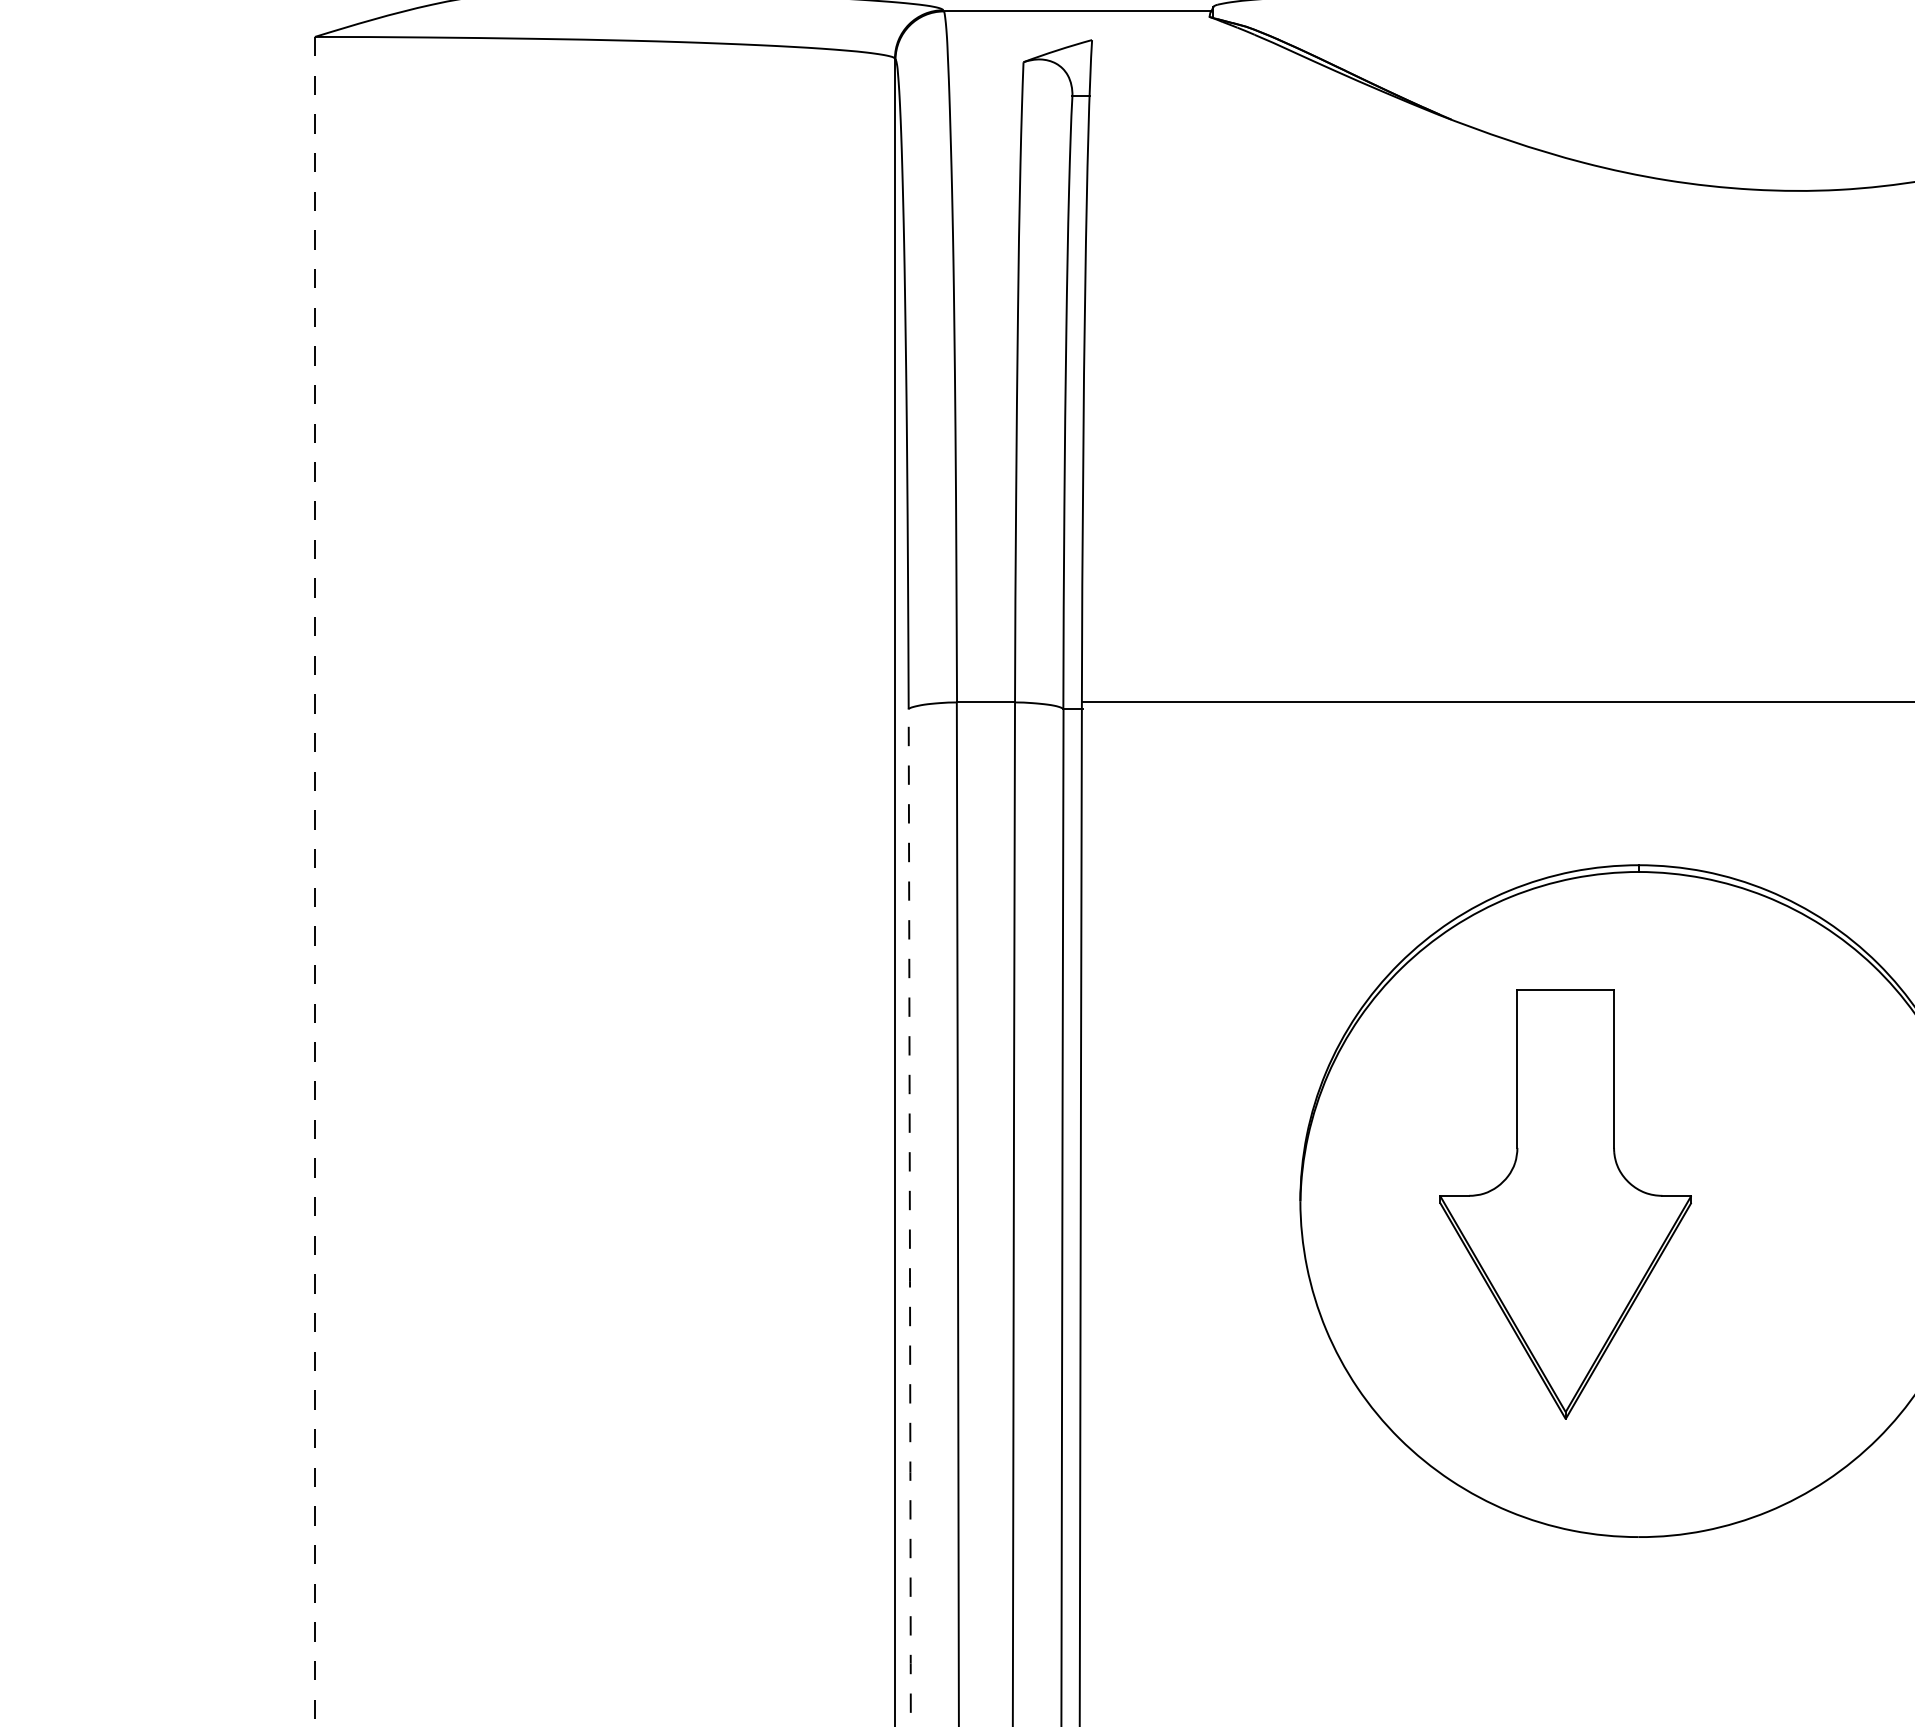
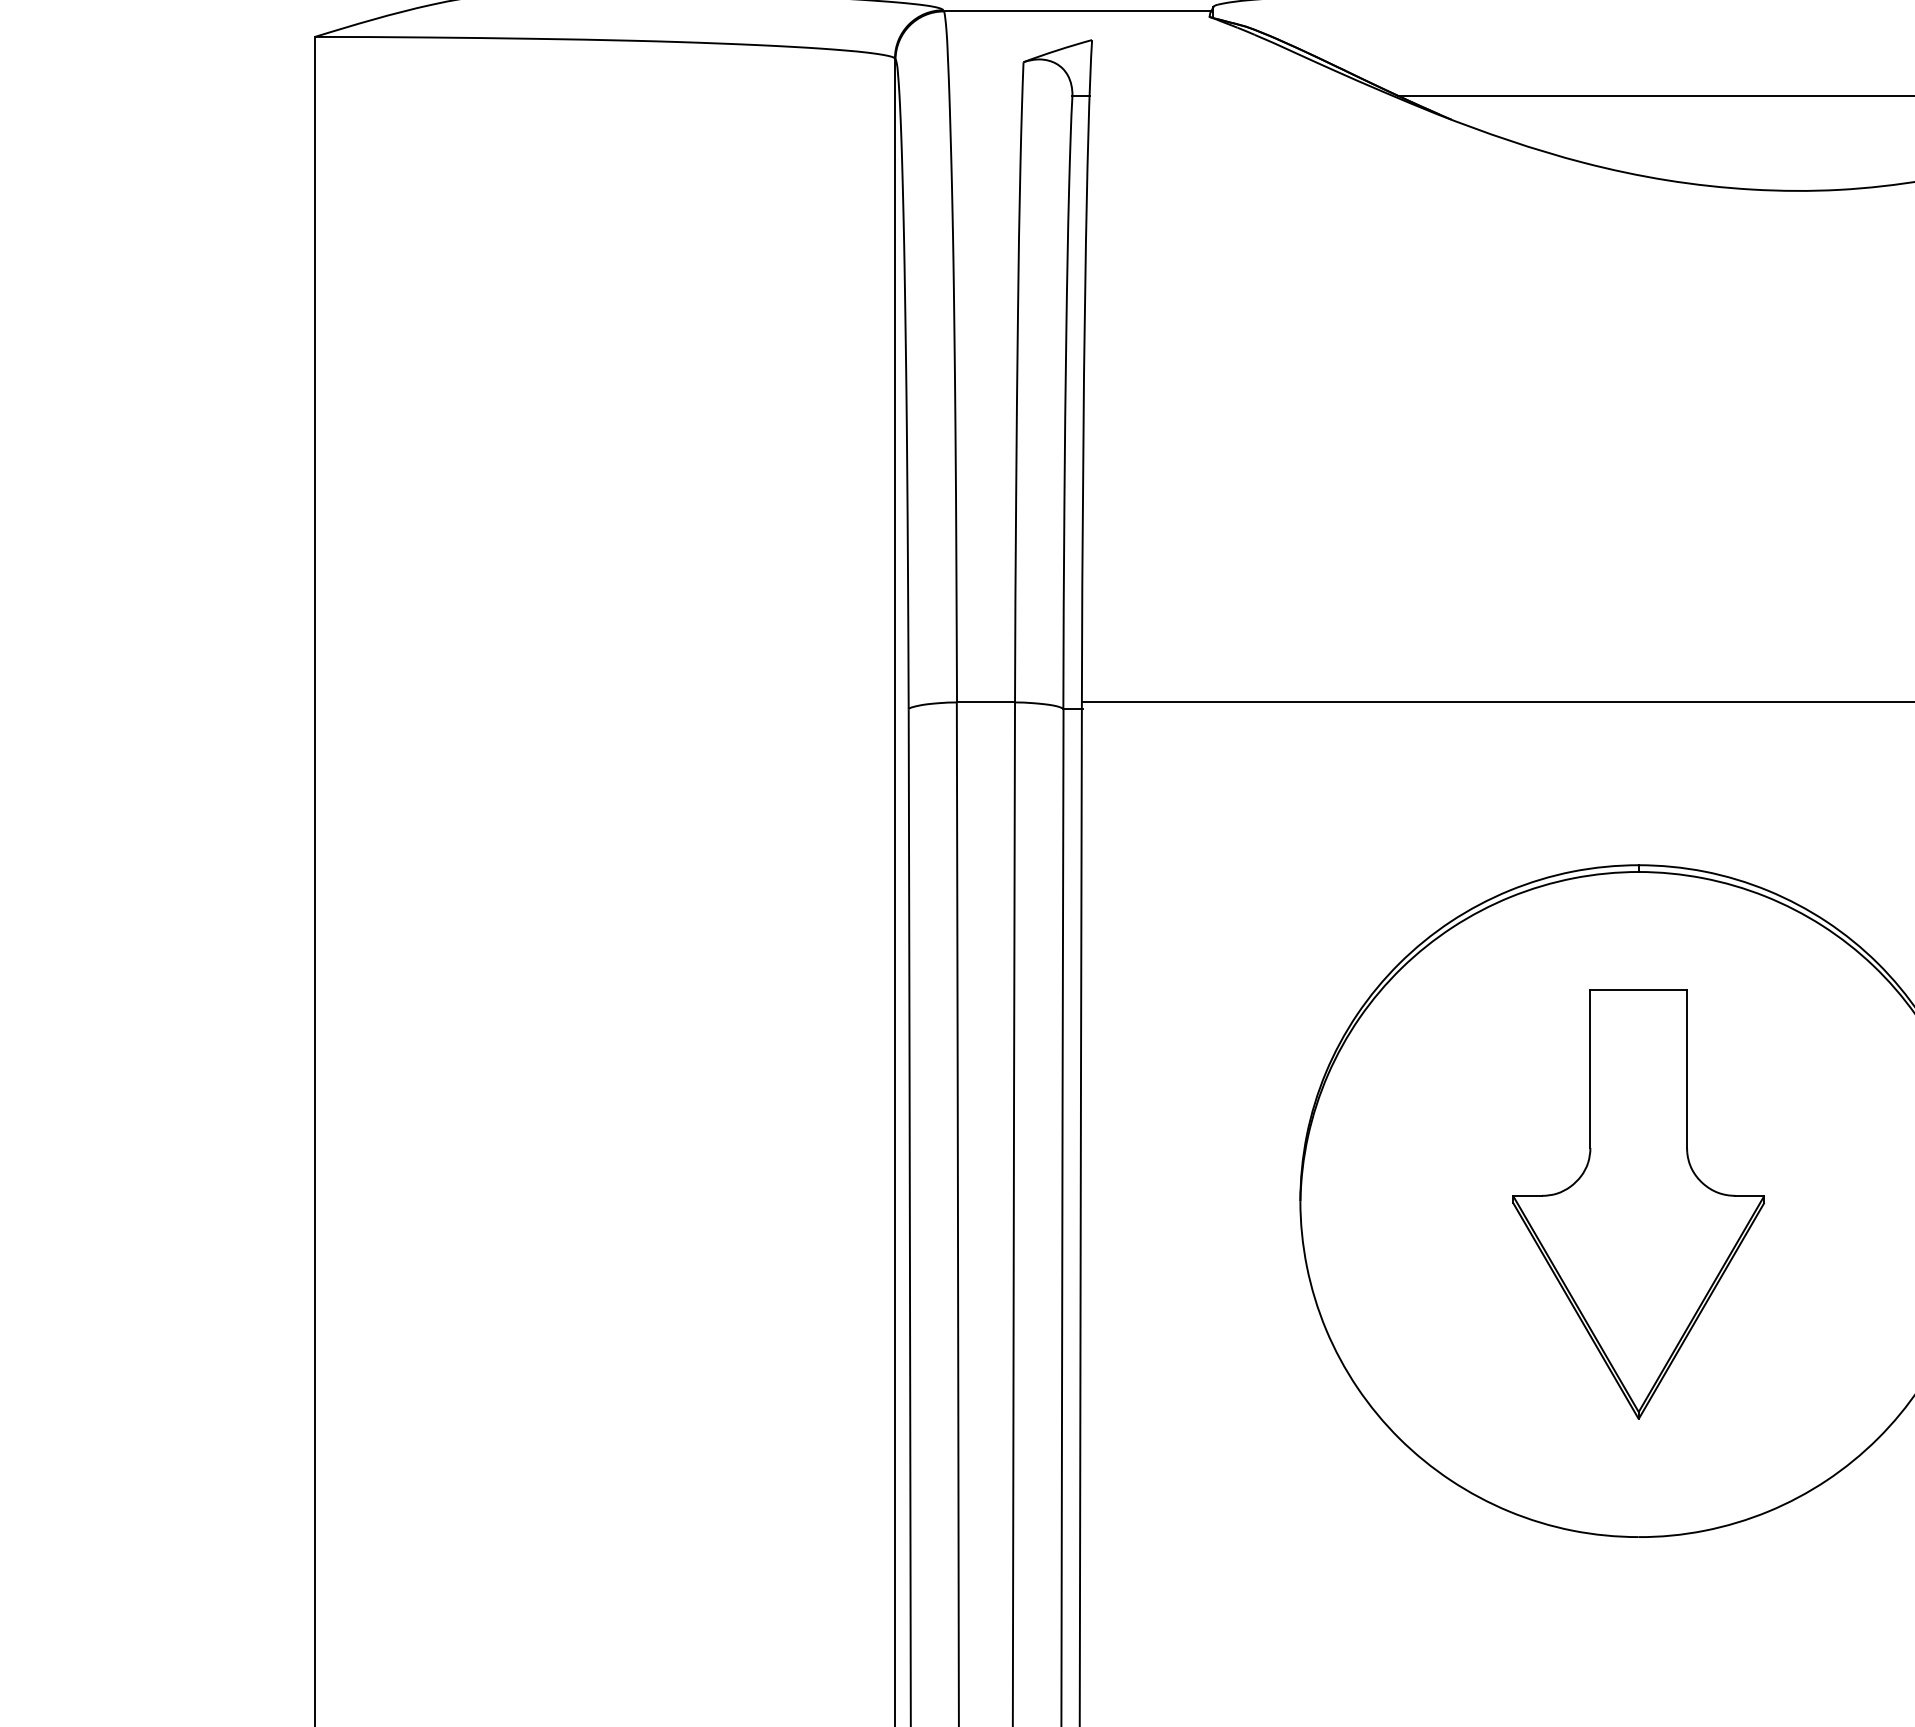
line at (1654, 96): none -> present
line at (314, 881): dashed -> solid
part at (1565, 1204) position: (1565, 1204) -> (1638, 1204)
arc at (909, 1217): dashed -> solid
